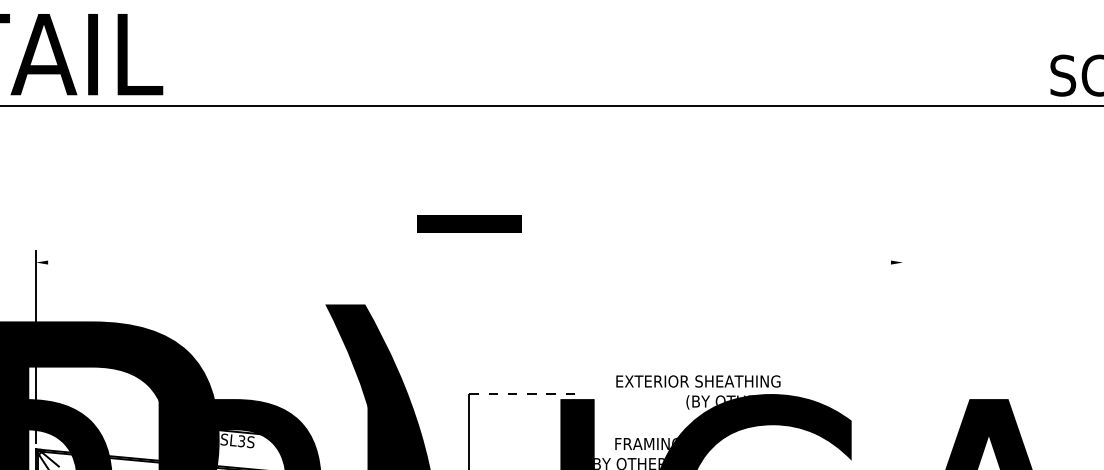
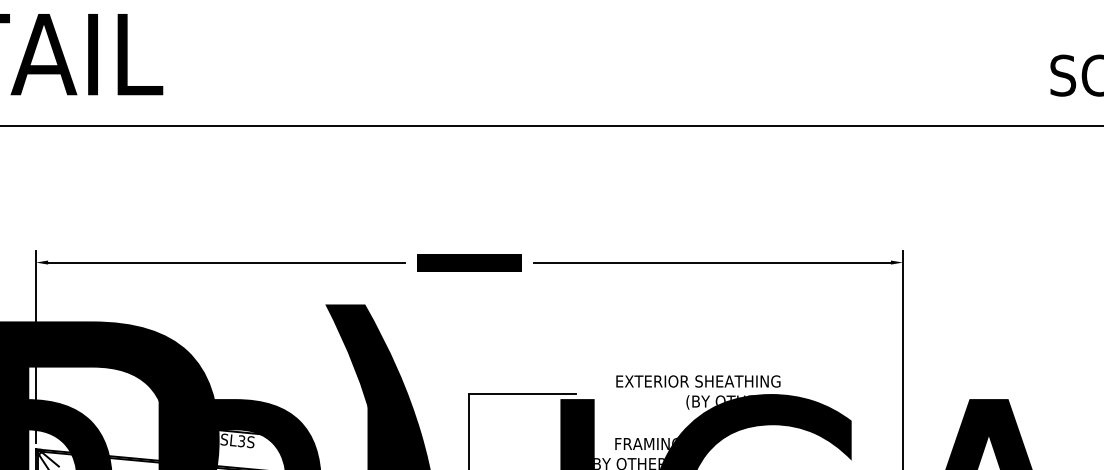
line at (551, 105) position: (551, 105) -> (551, 125)
text at (469, 223) position: (469, 223) -> (469, 262)
line at (226, 262): none -> present
line at (712, 262): none -> present
line at (902, 358): none -> present
line at (523, 393): dashed -> solid
